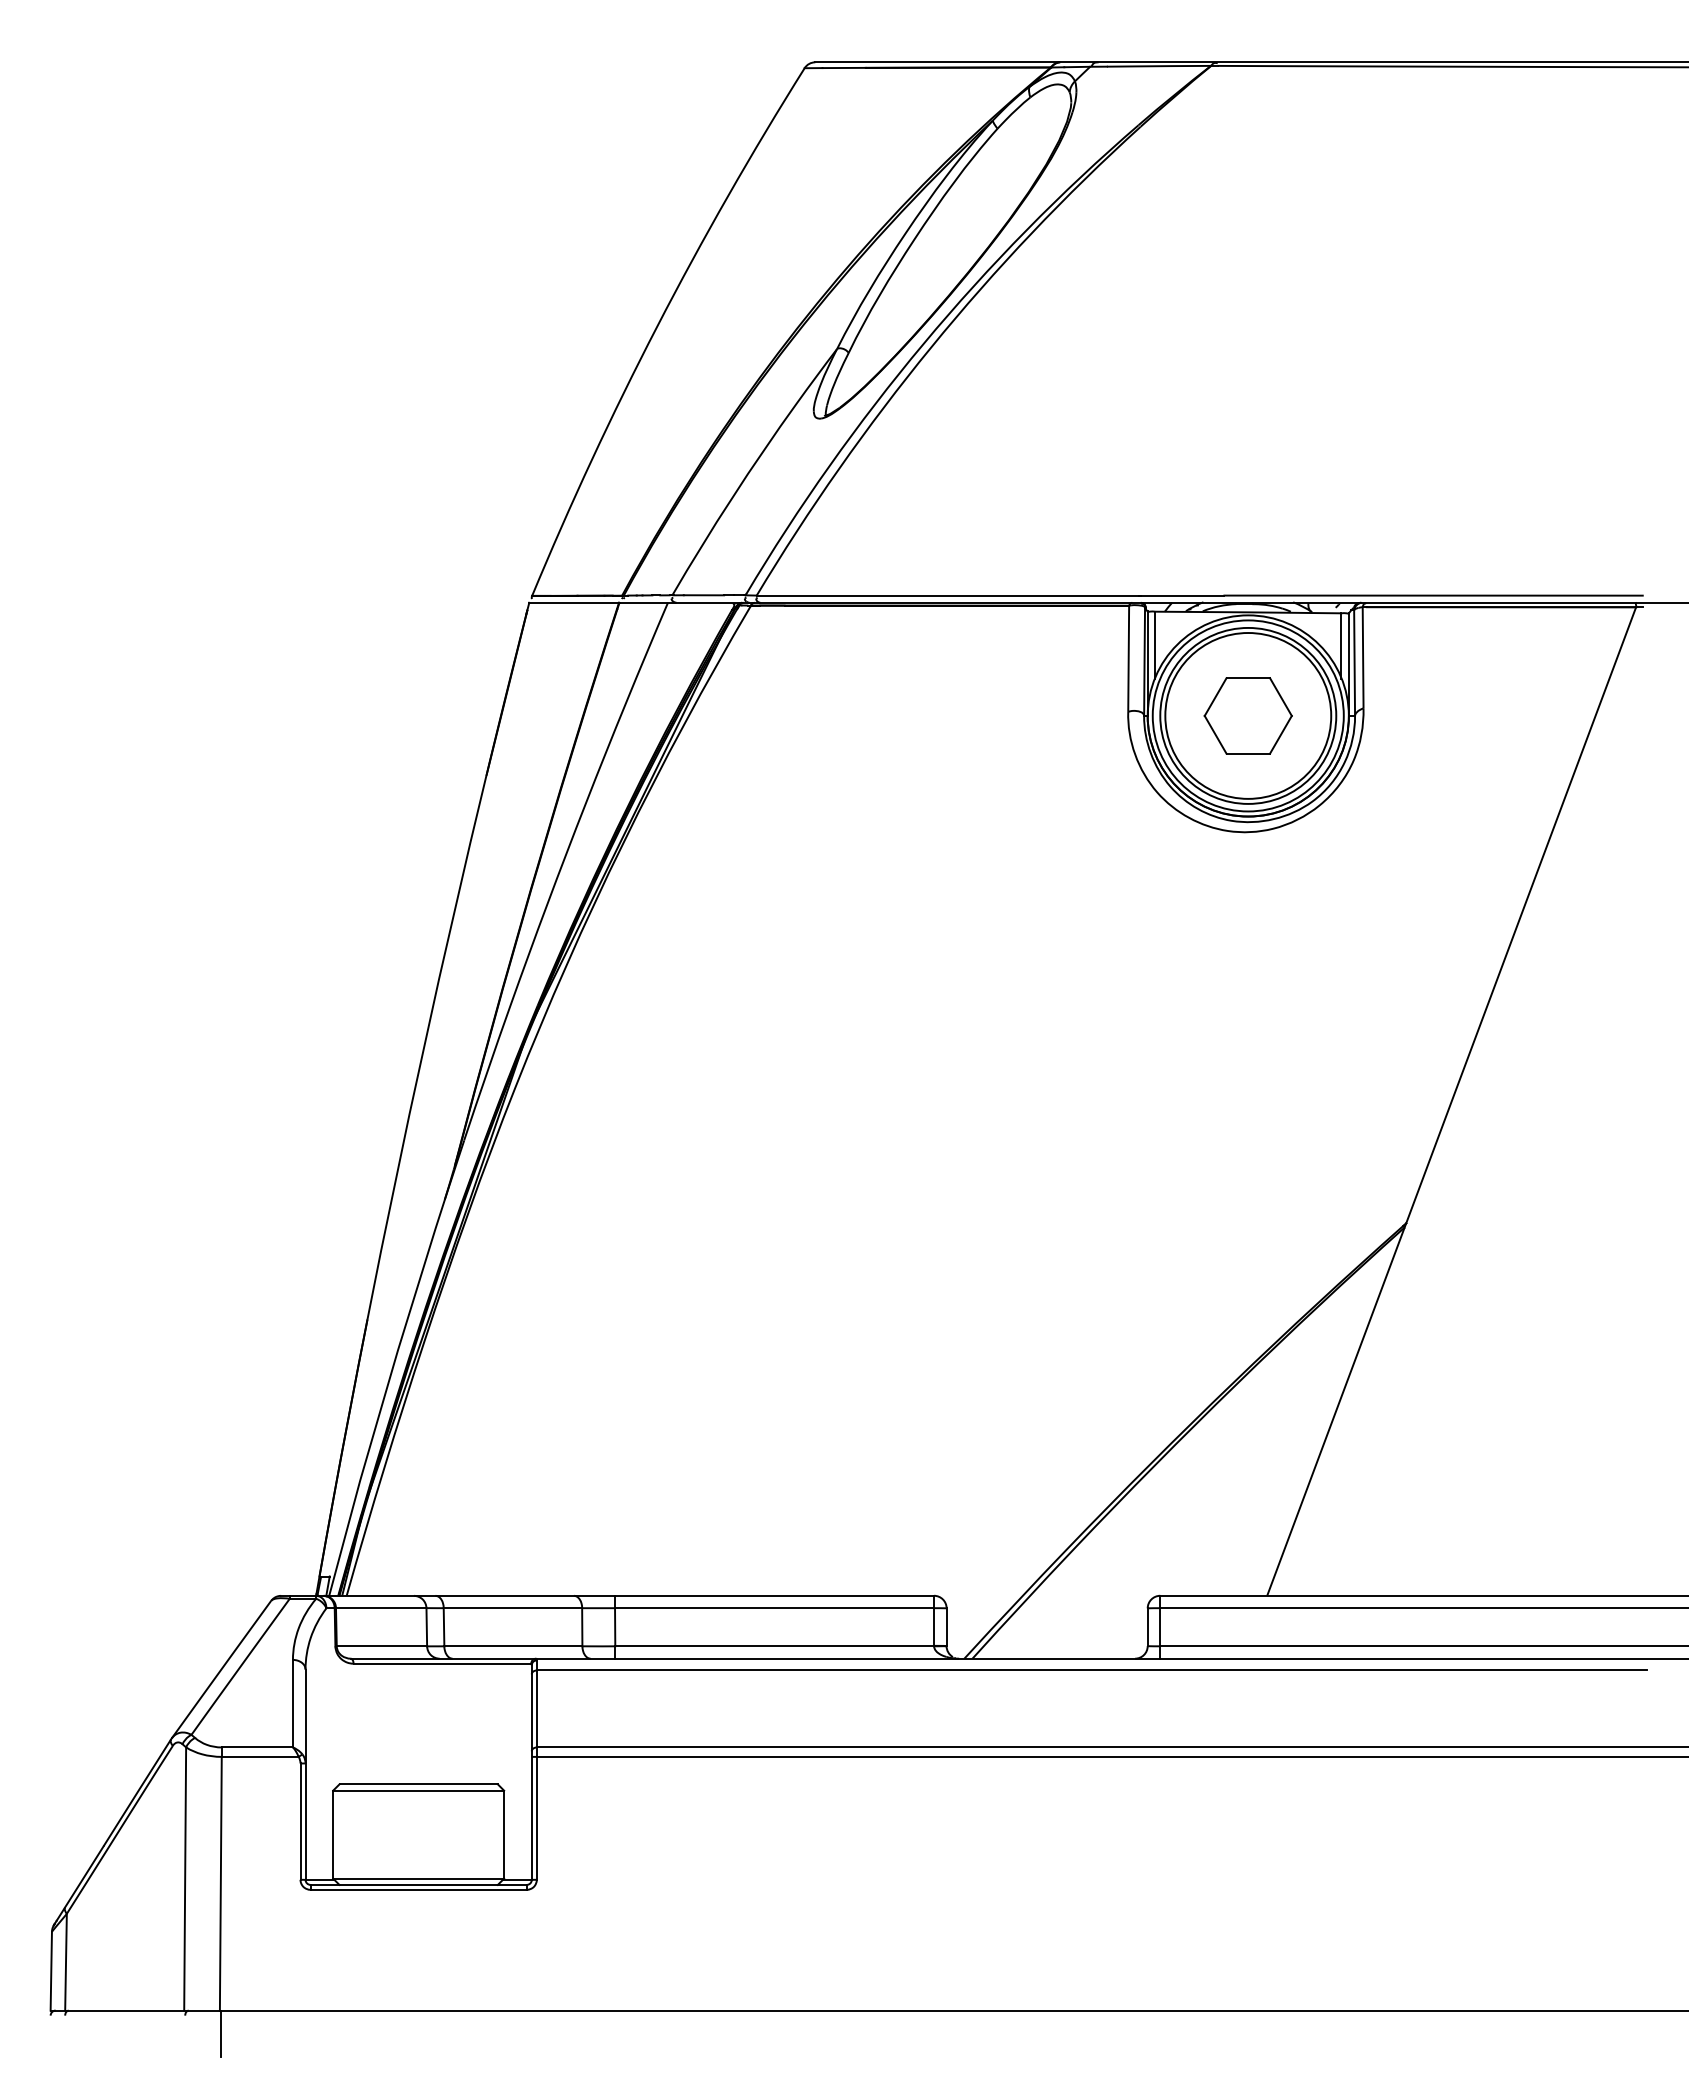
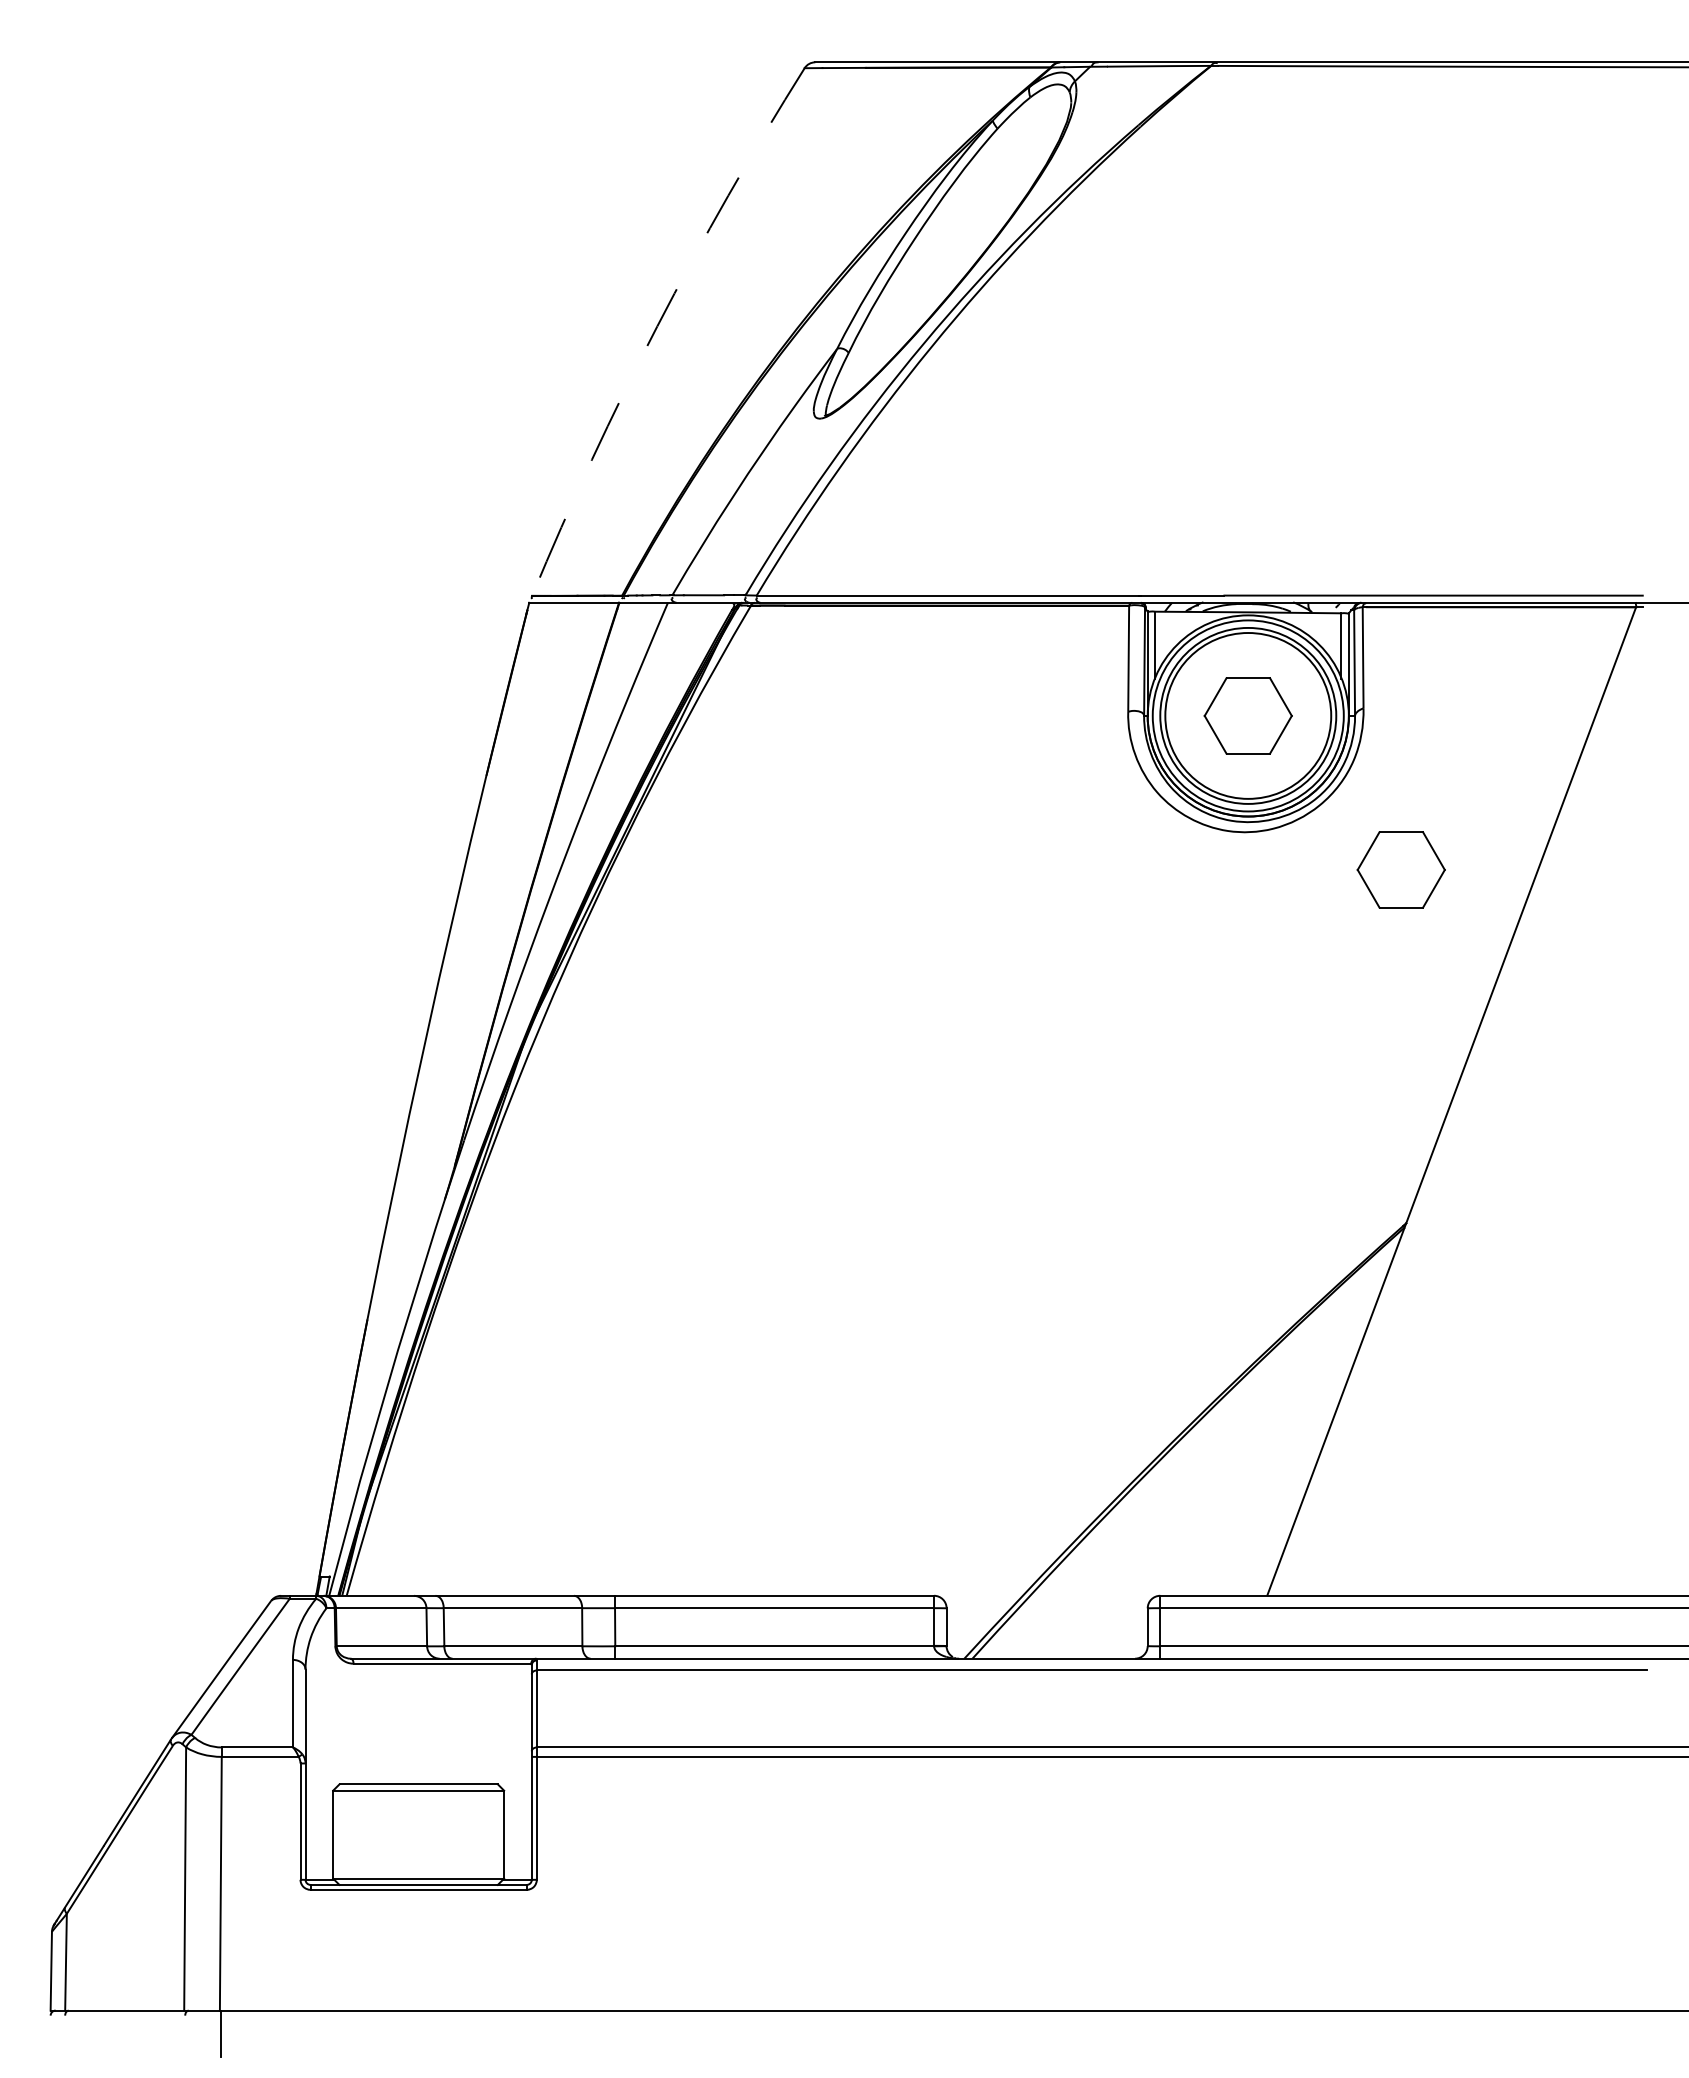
arc at (657, 326): solid -> dashed
part at (1400, 869): none -> present
